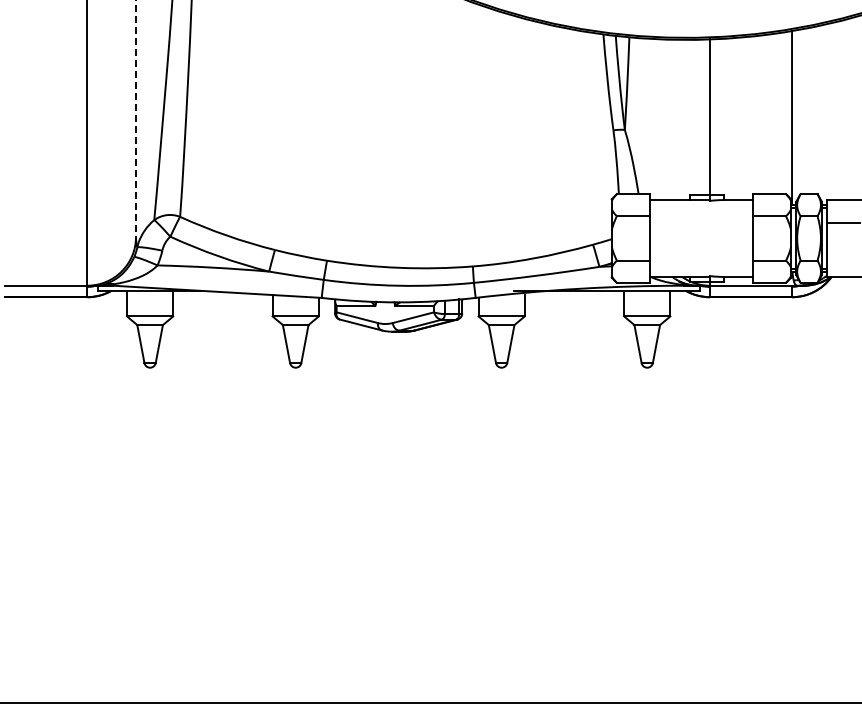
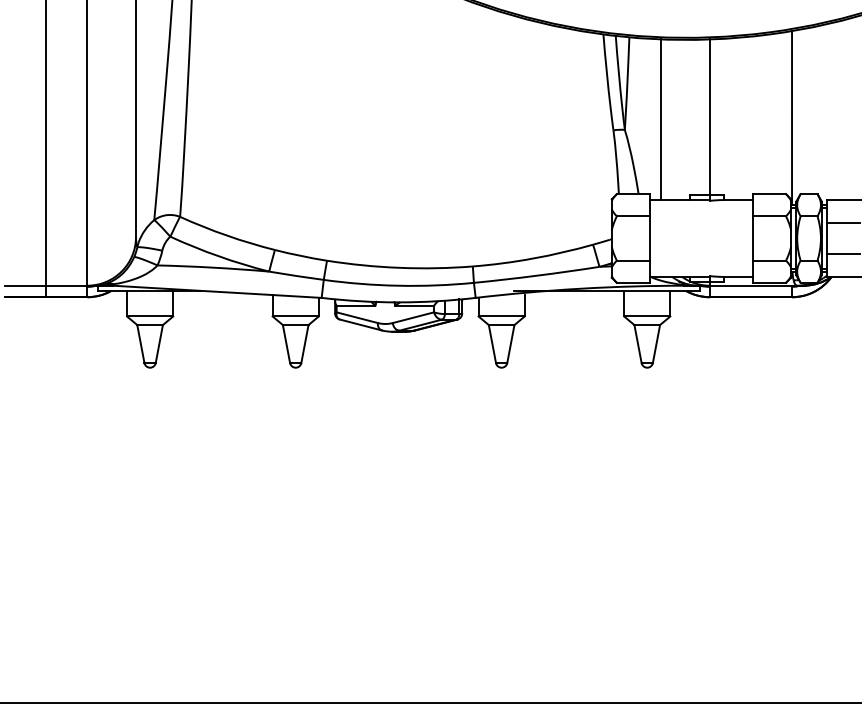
line at (136, 119): dashed -> solid
line at (661, 119): none -> present
line at (46, 149): none -> present
line at (842, 254): none -> present
